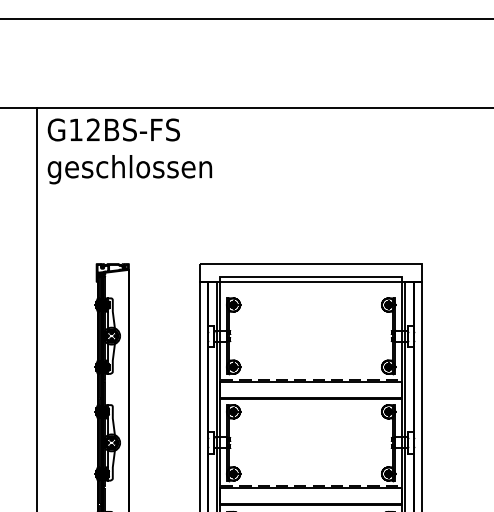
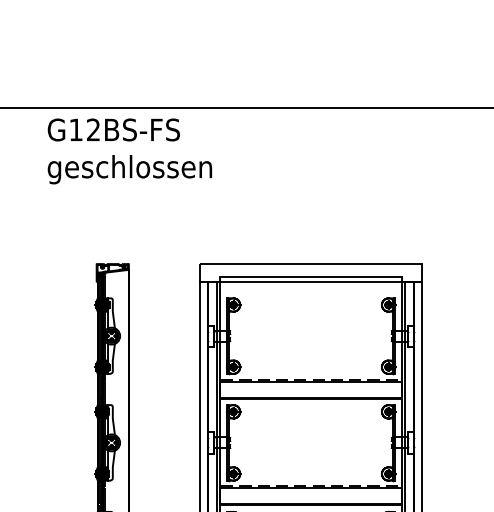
line at (246, 18): present -> none
line at (37, 307): present -> none
